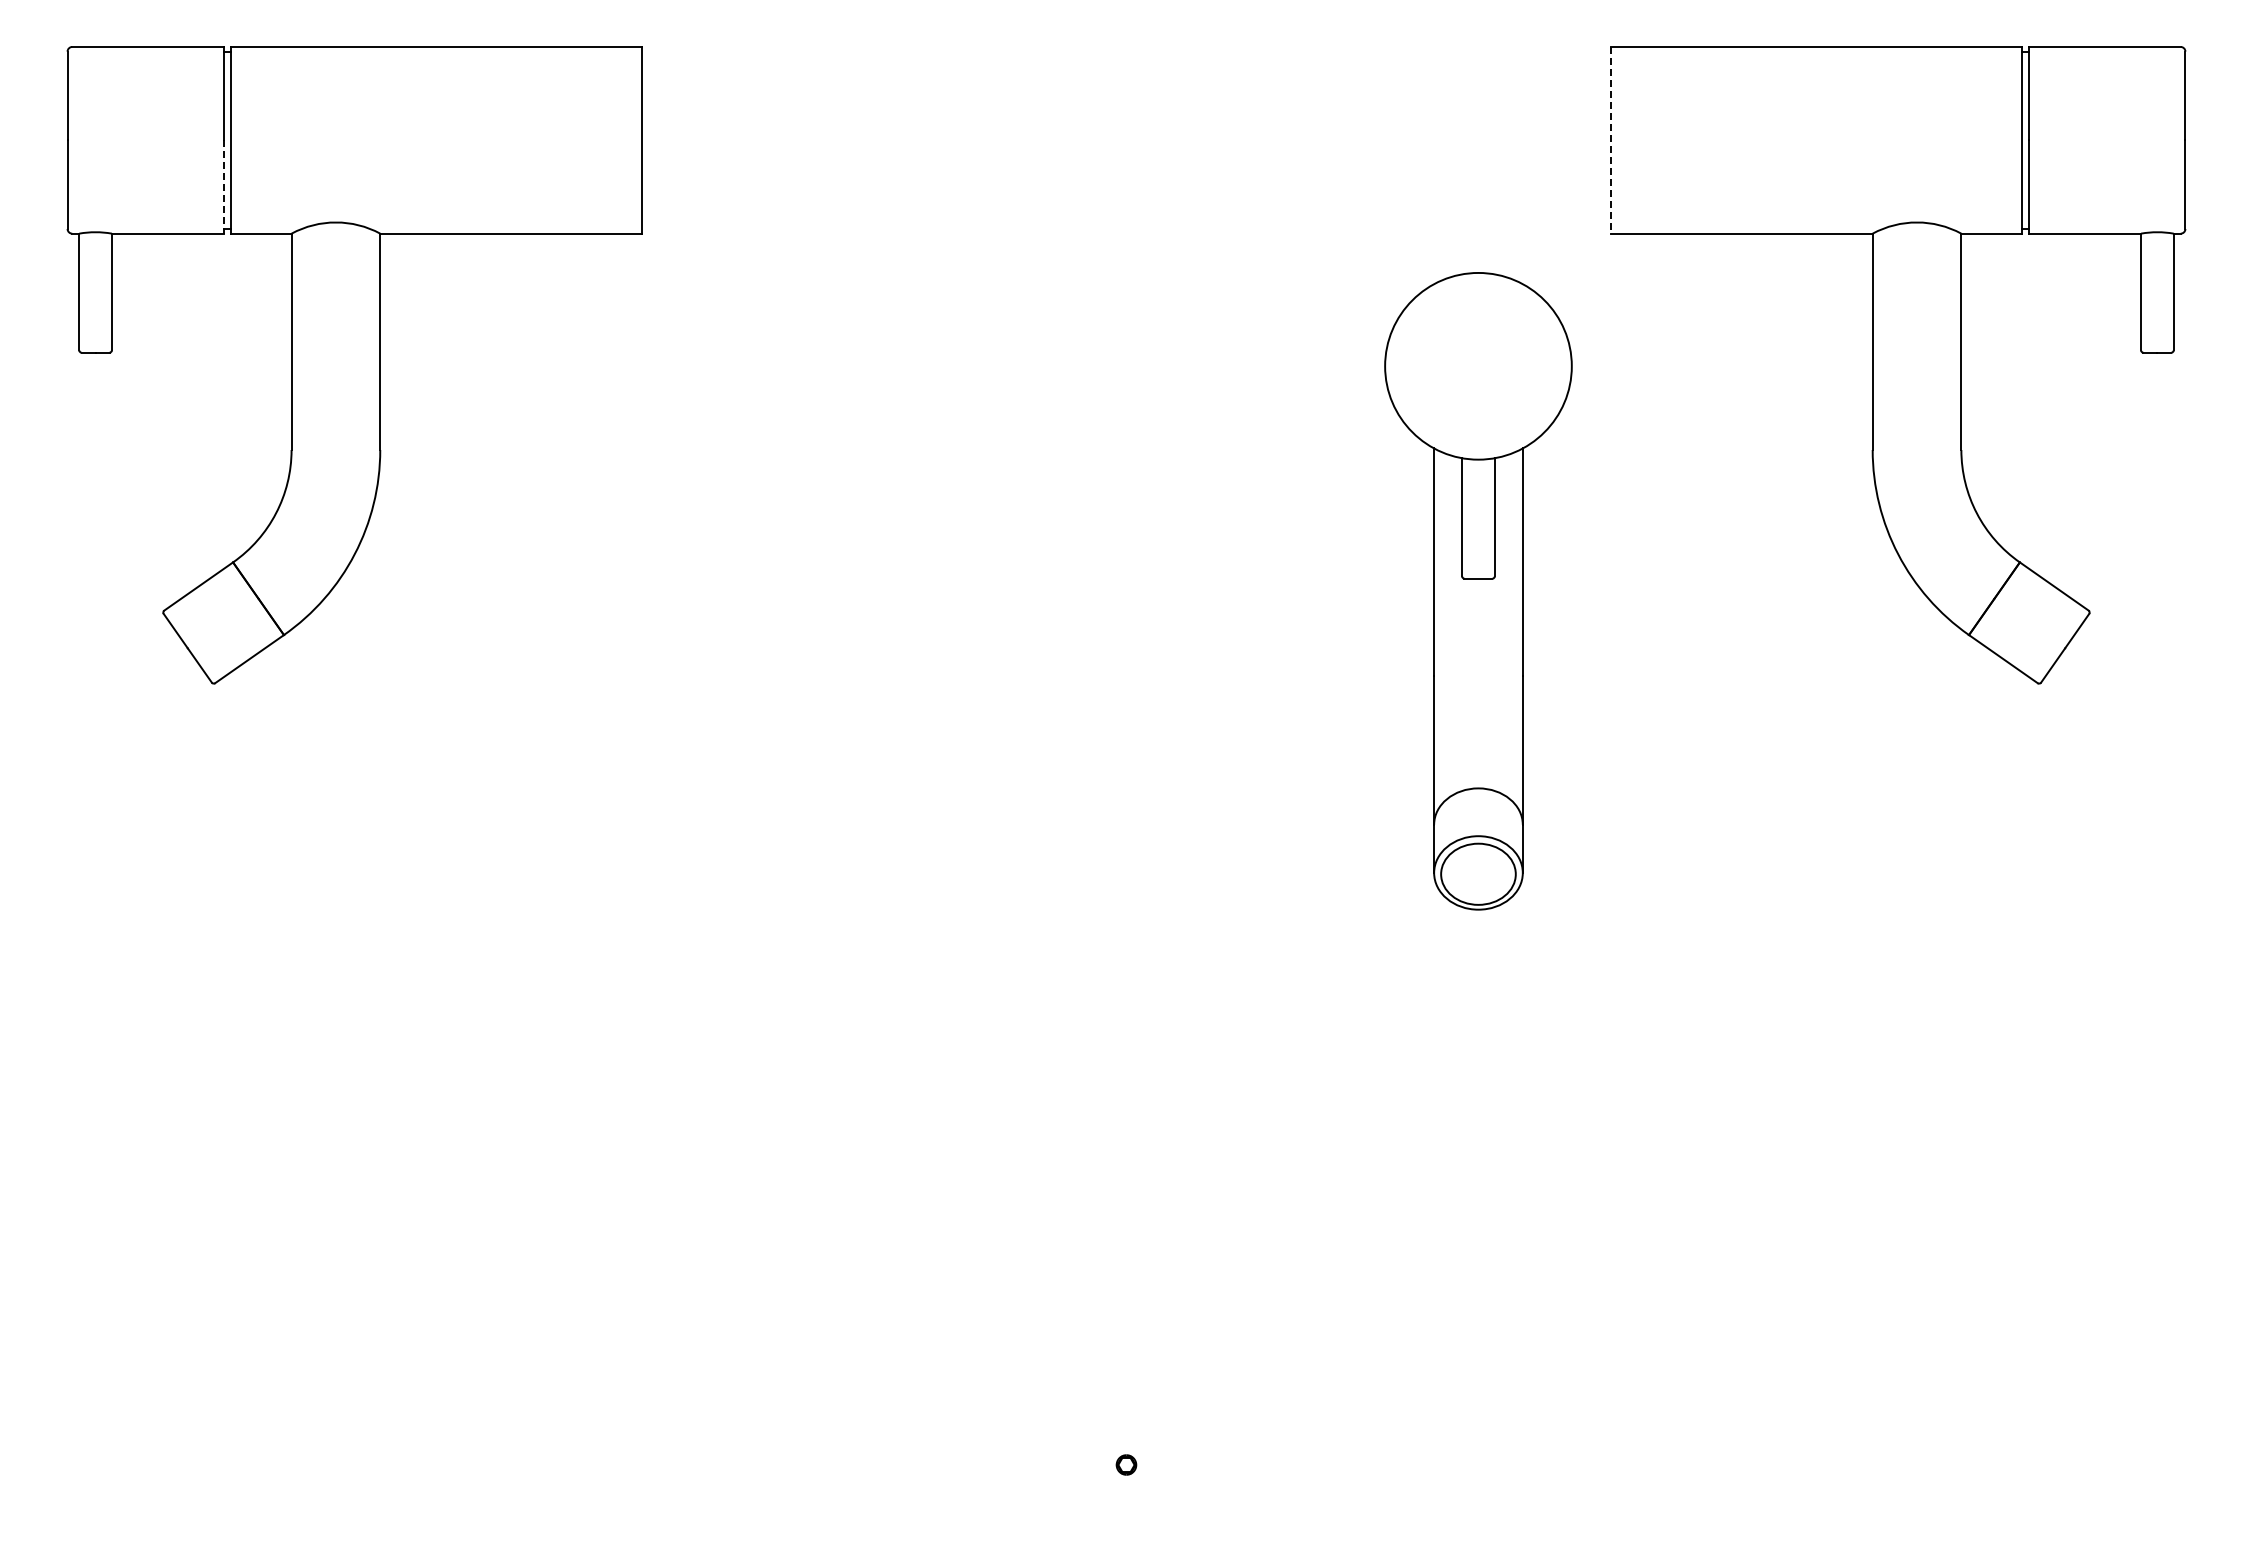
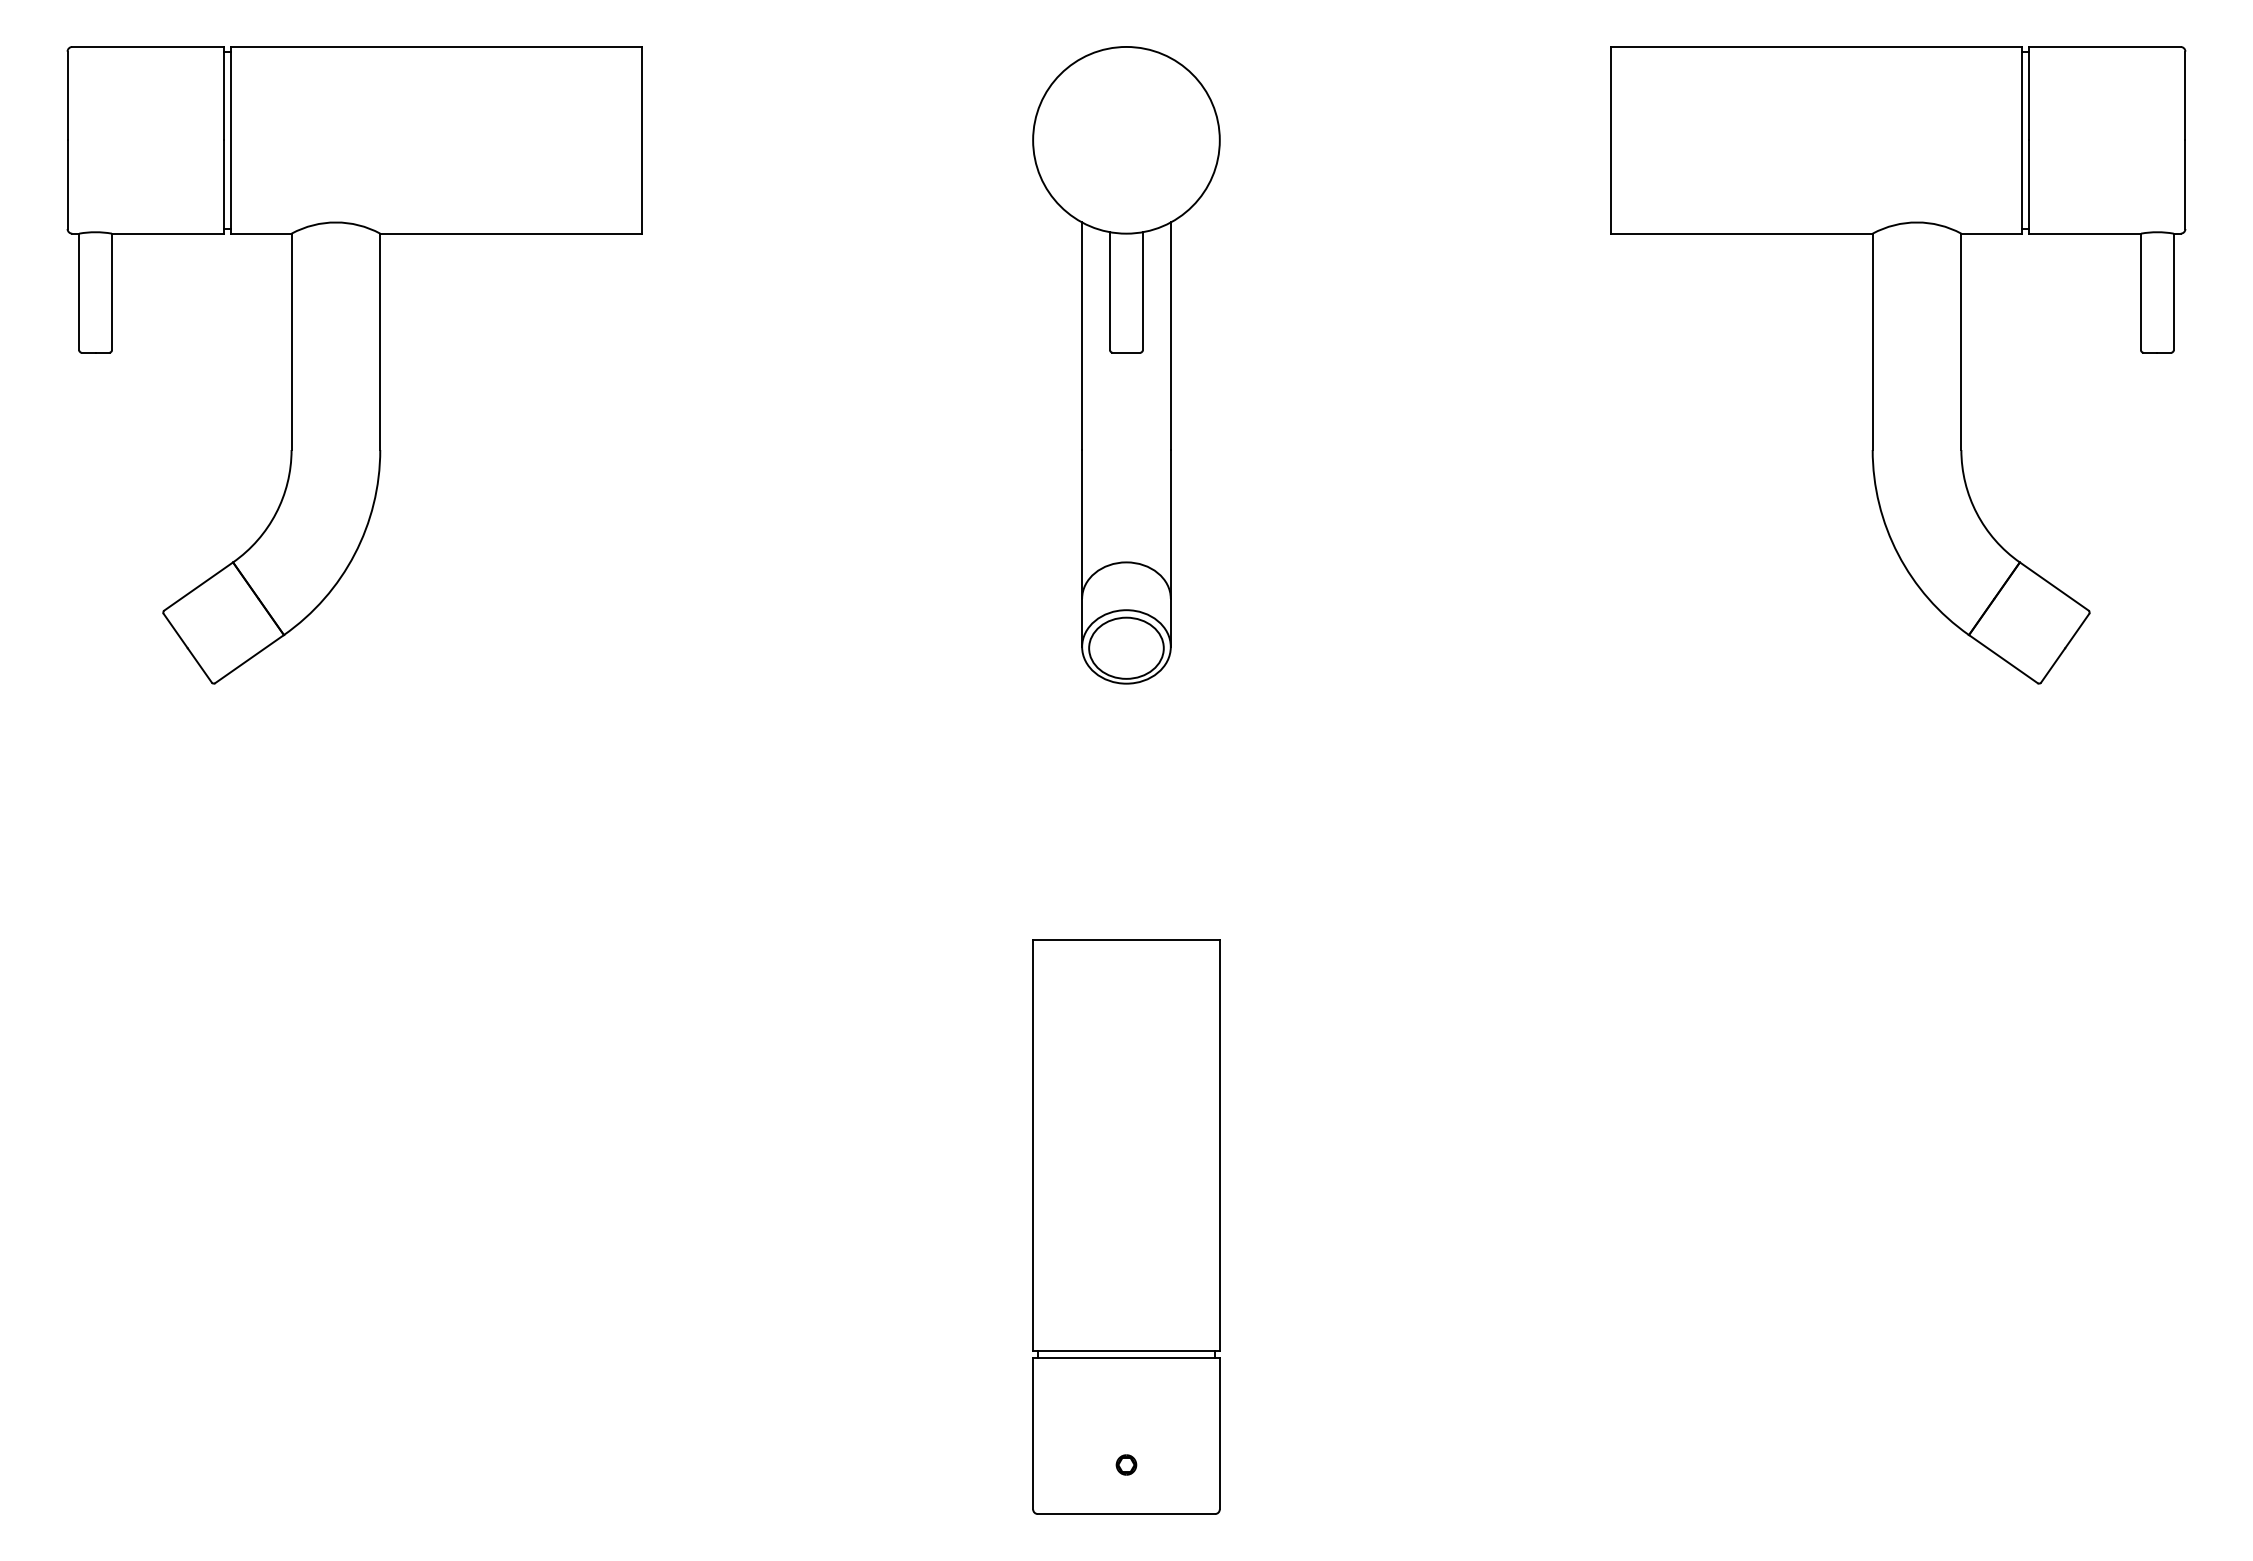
line at (1611, 140): dashed -> solid
line at (223, 187): dashed -> solid
part at (1478, 591) position: (1478, 591) -> (1126, 365)
part at (1126, 1226): none -> present
